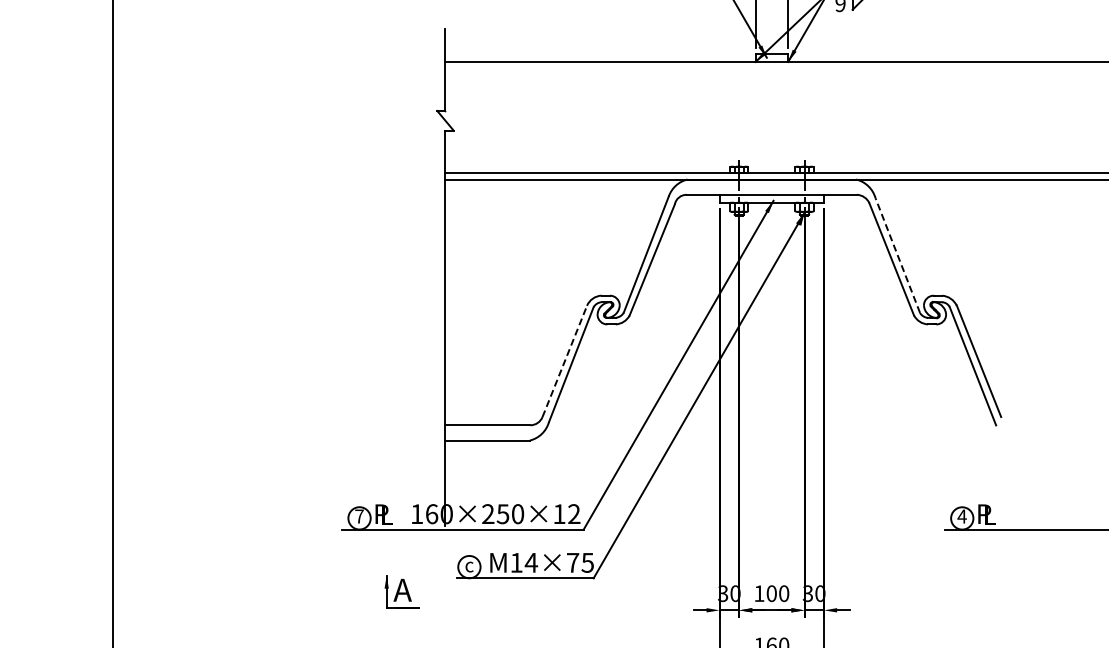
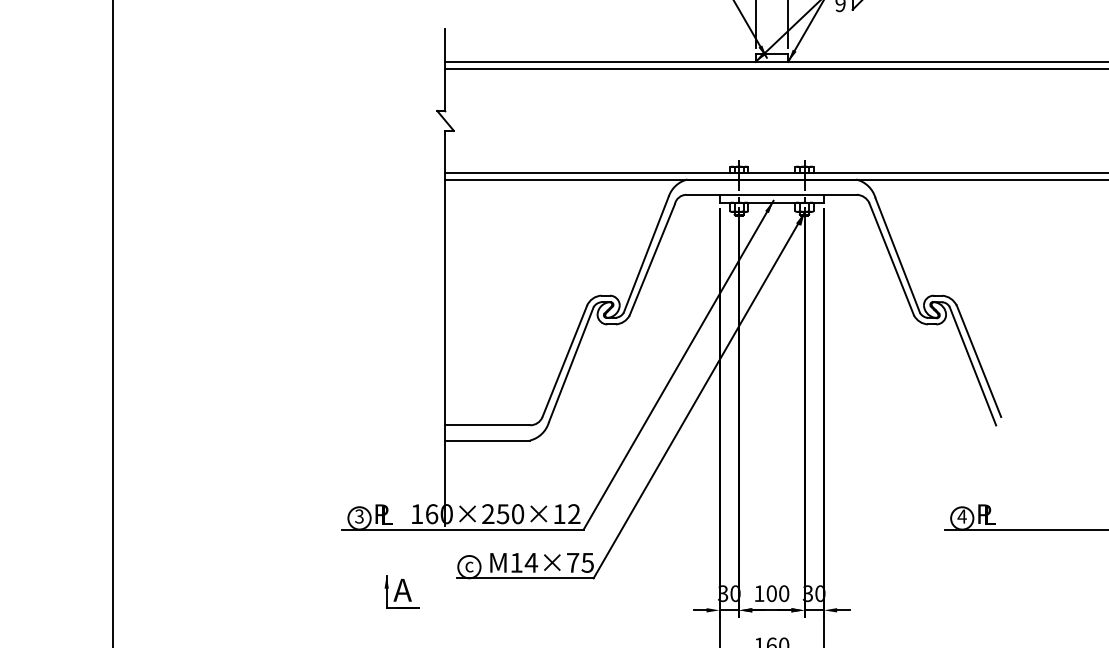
line at (775, 68): none -> present
line at (897, 255): dashed -> solid
line at (564, 361): dashed -> solid
text at (359, 516): 7 -> 3
